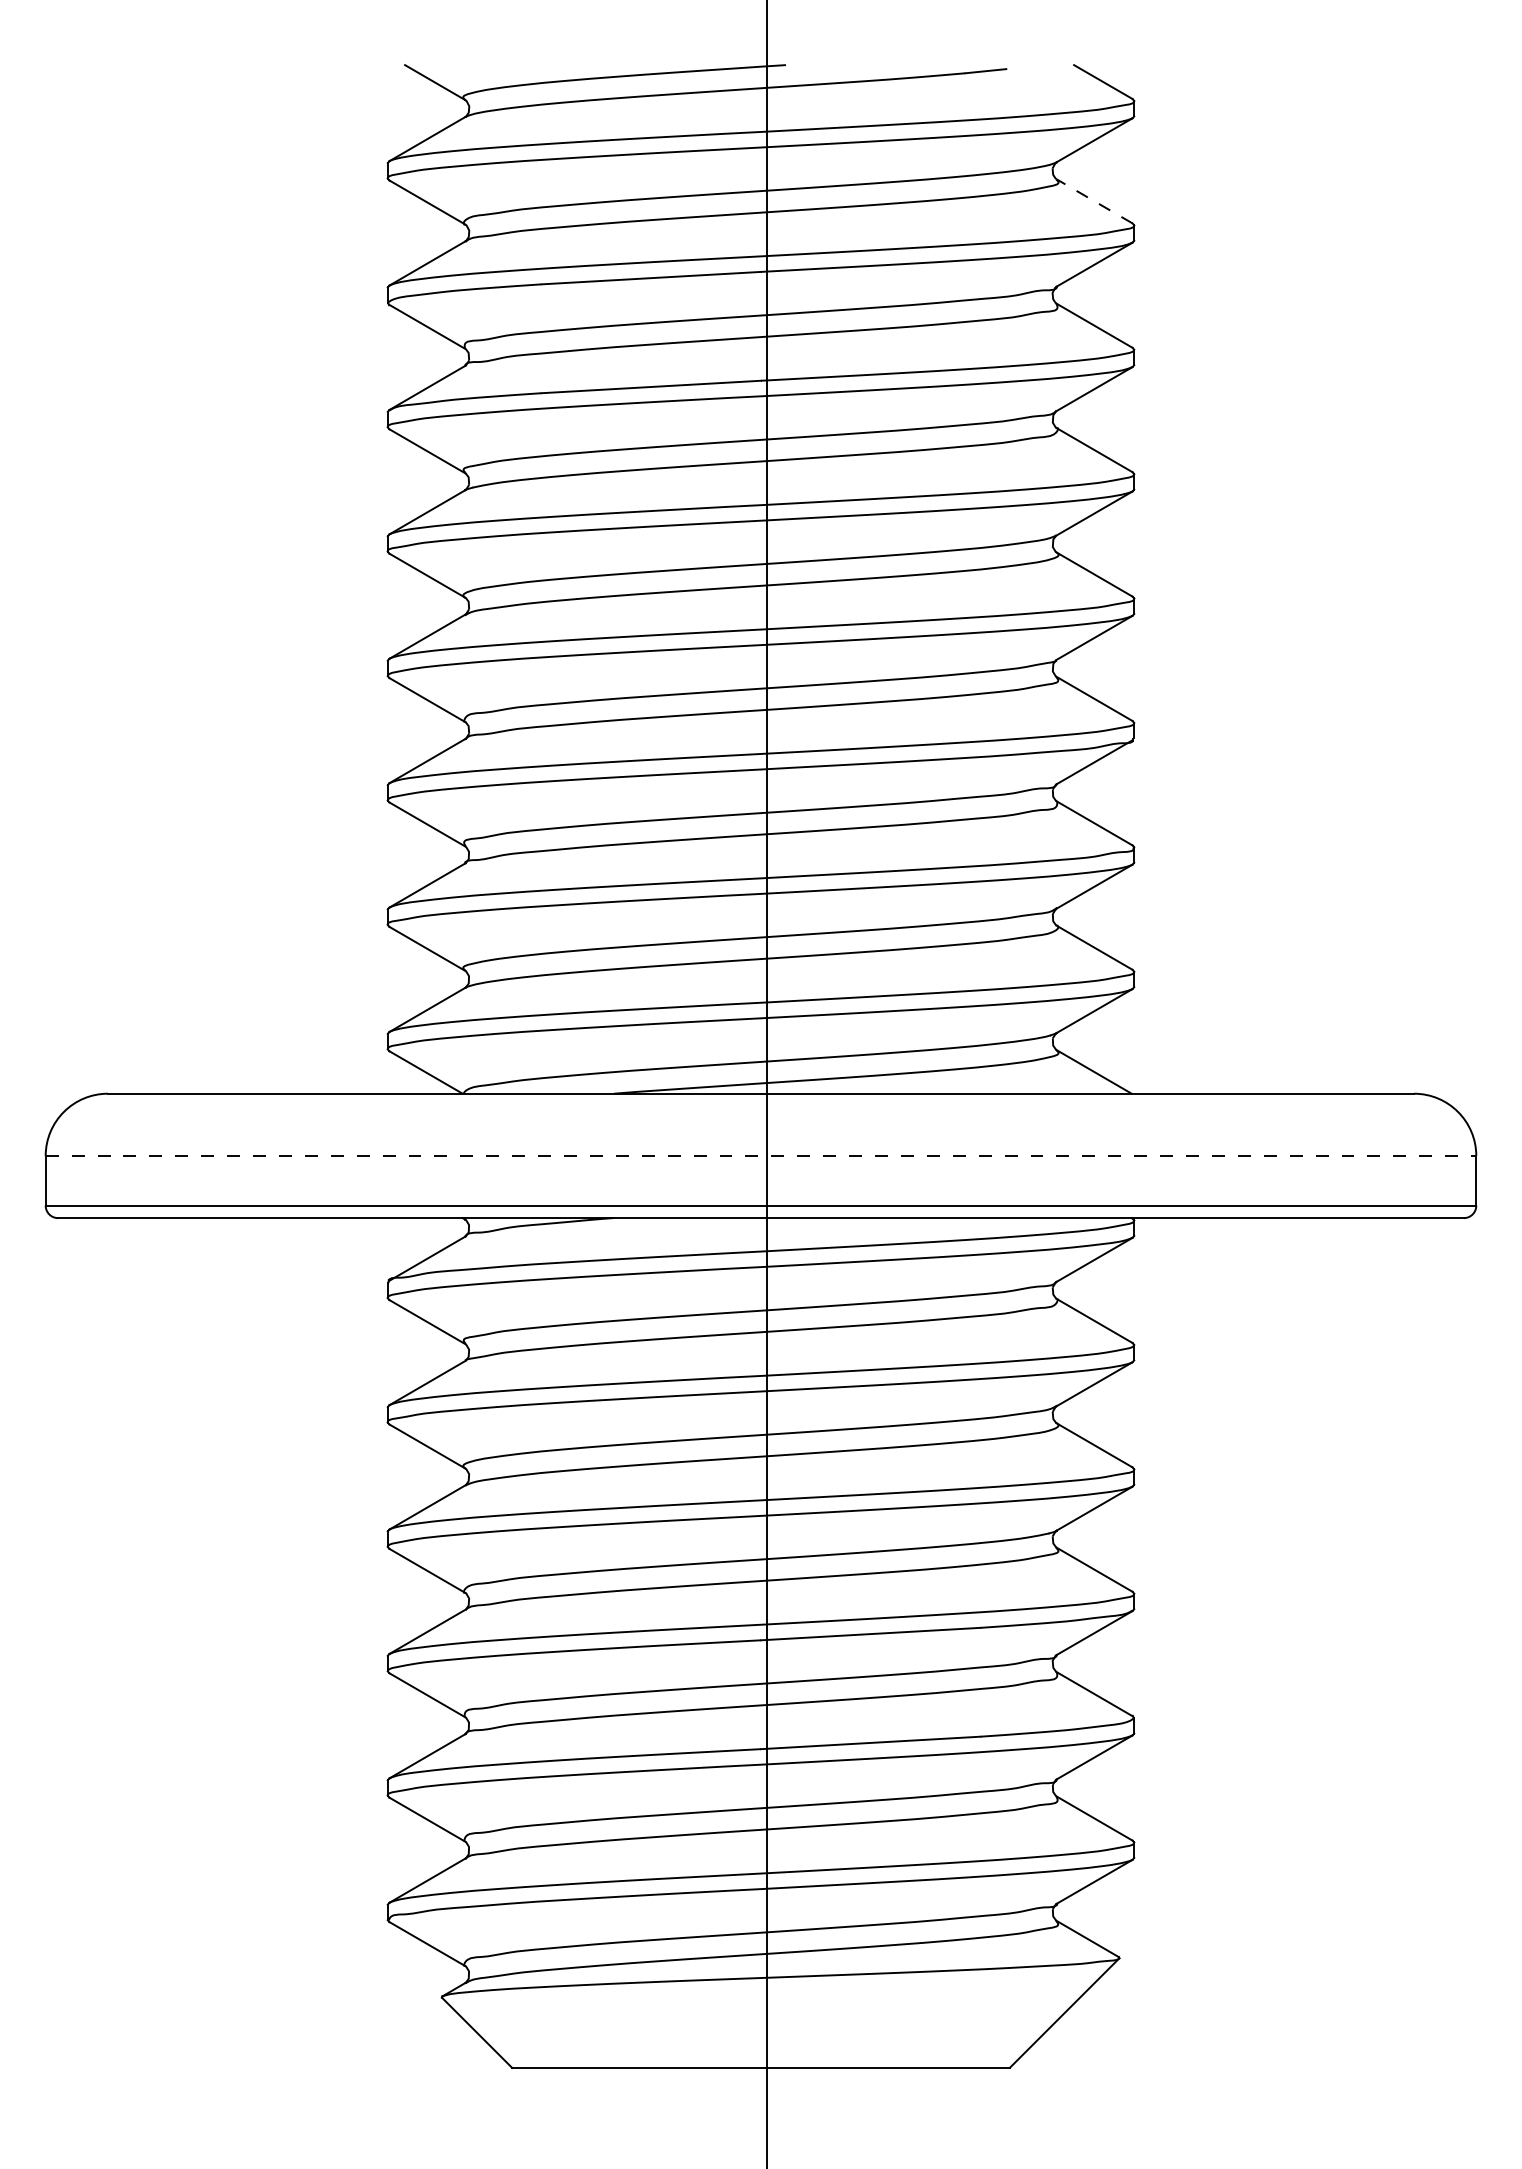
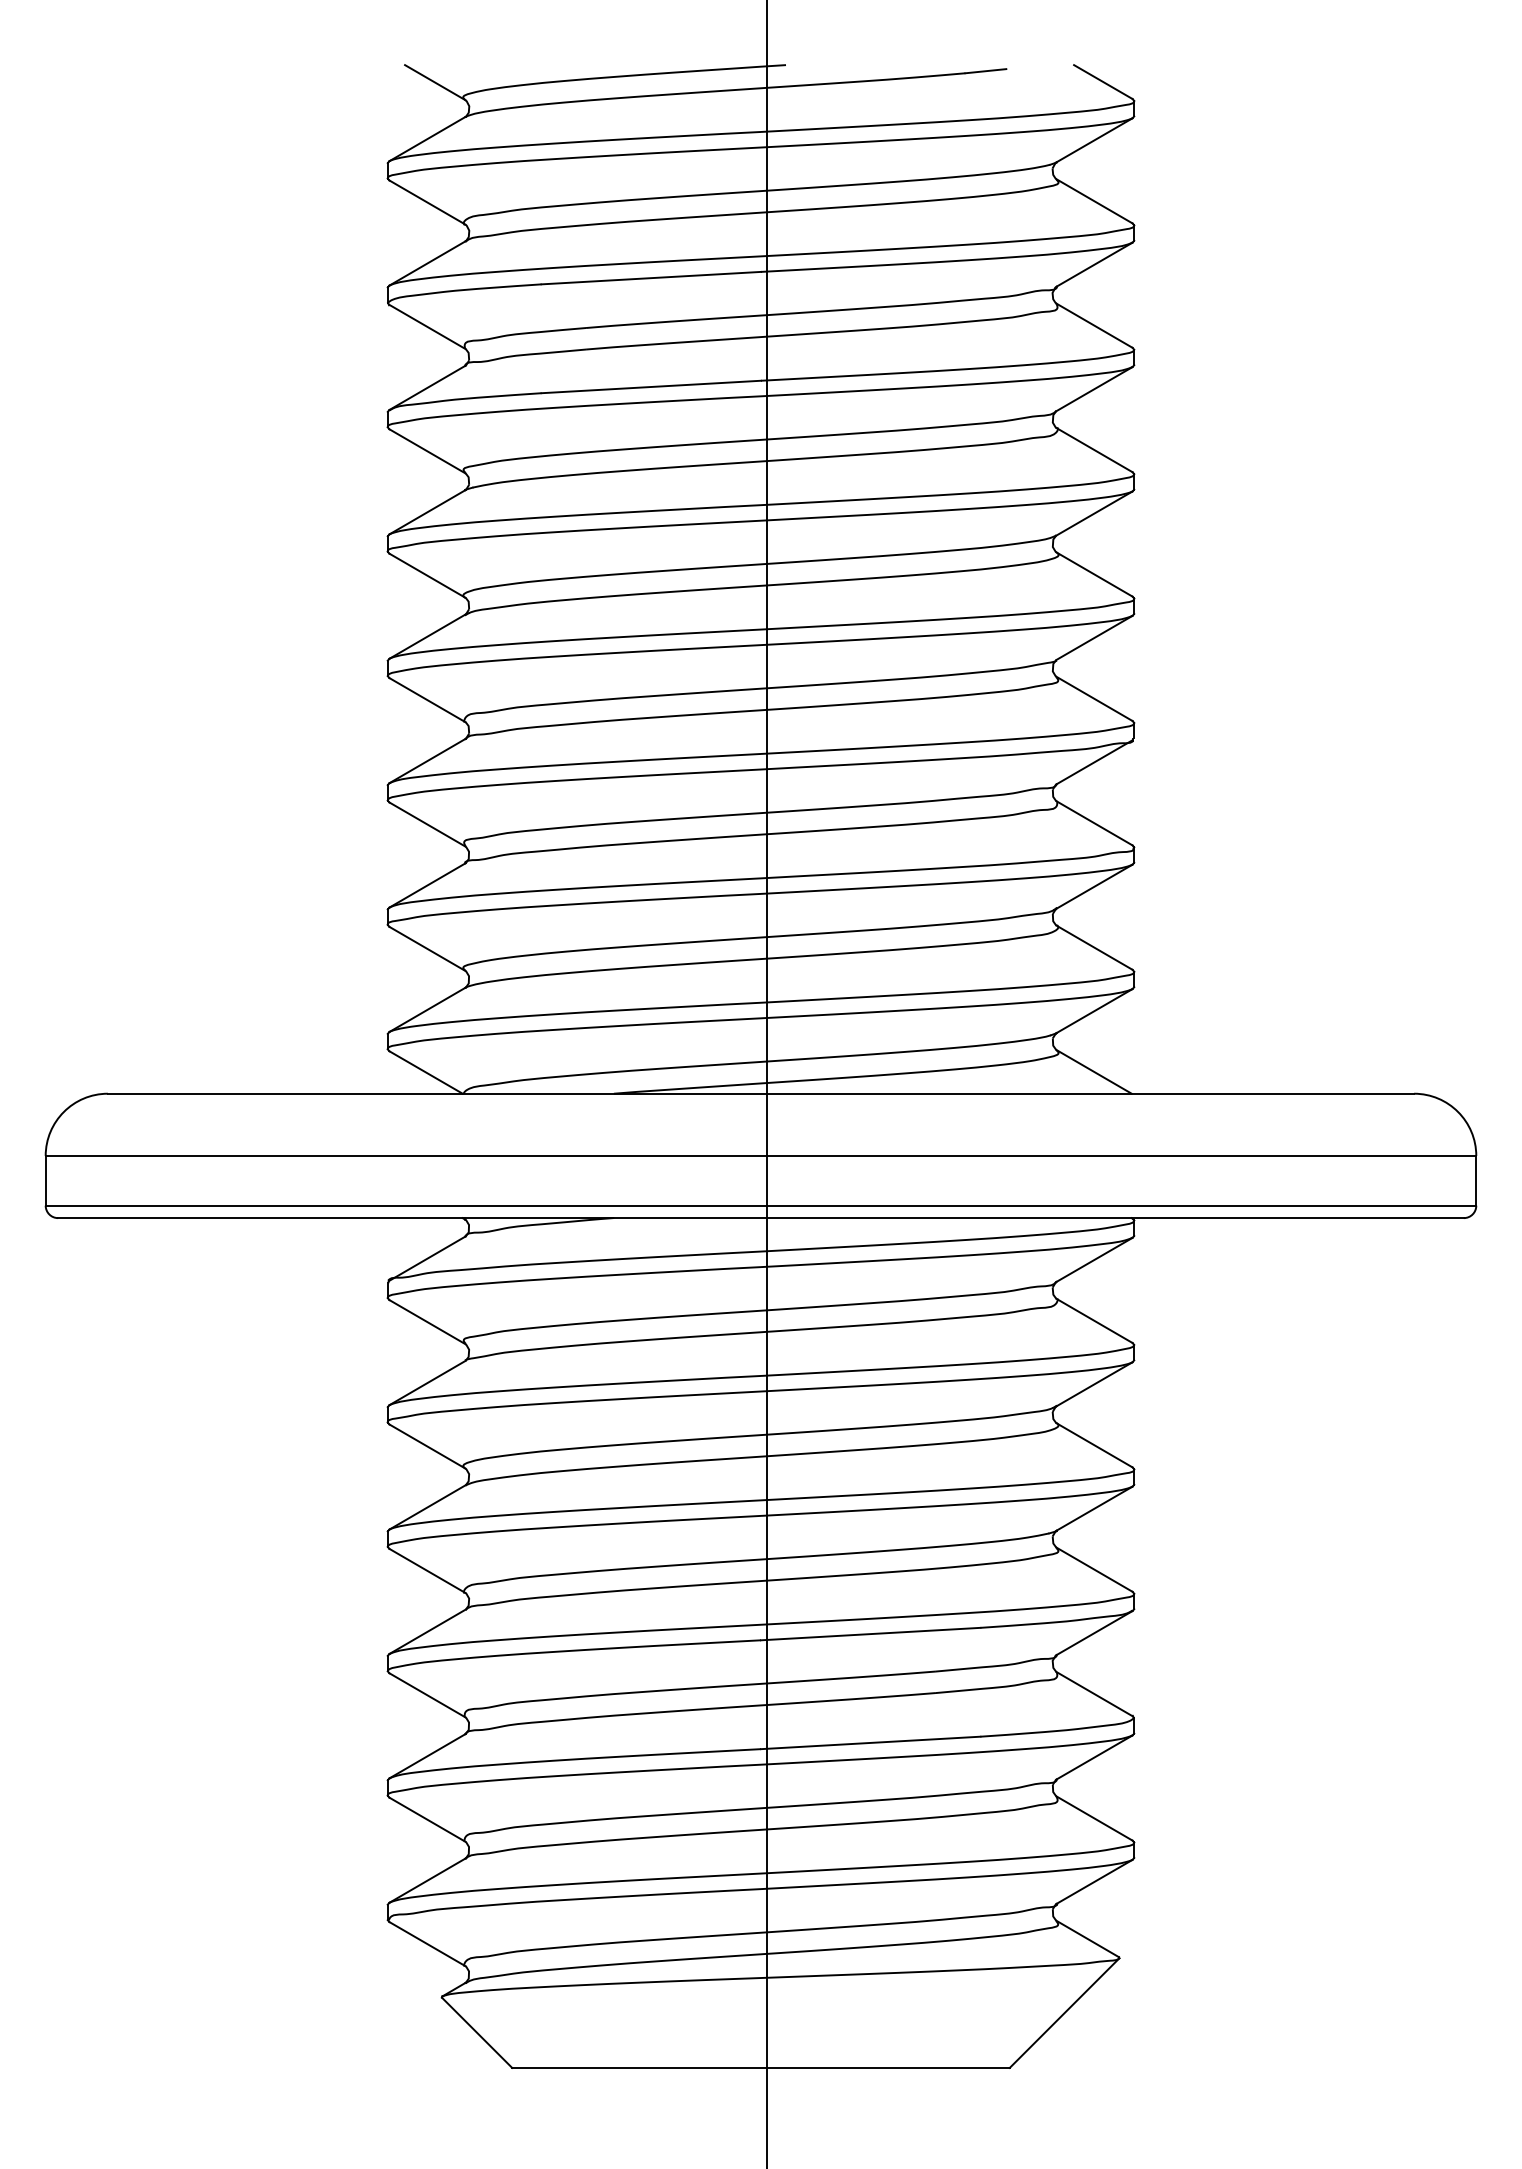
line at (1094, 201): dashed -> solid
line at (761, 1155): dashed -> solid
